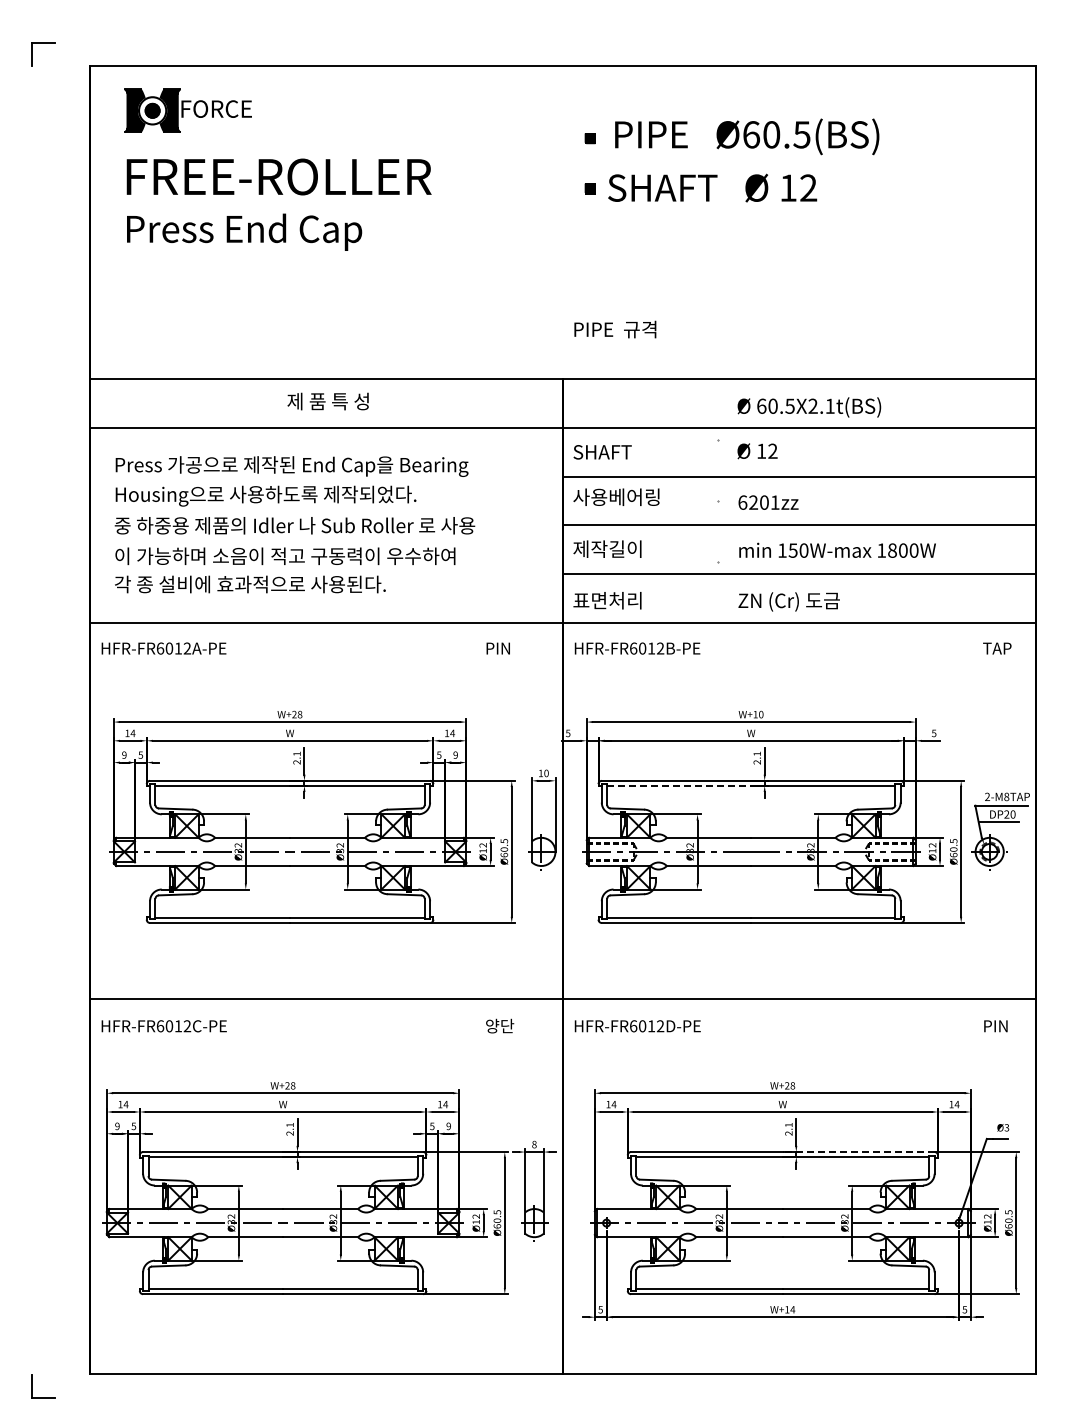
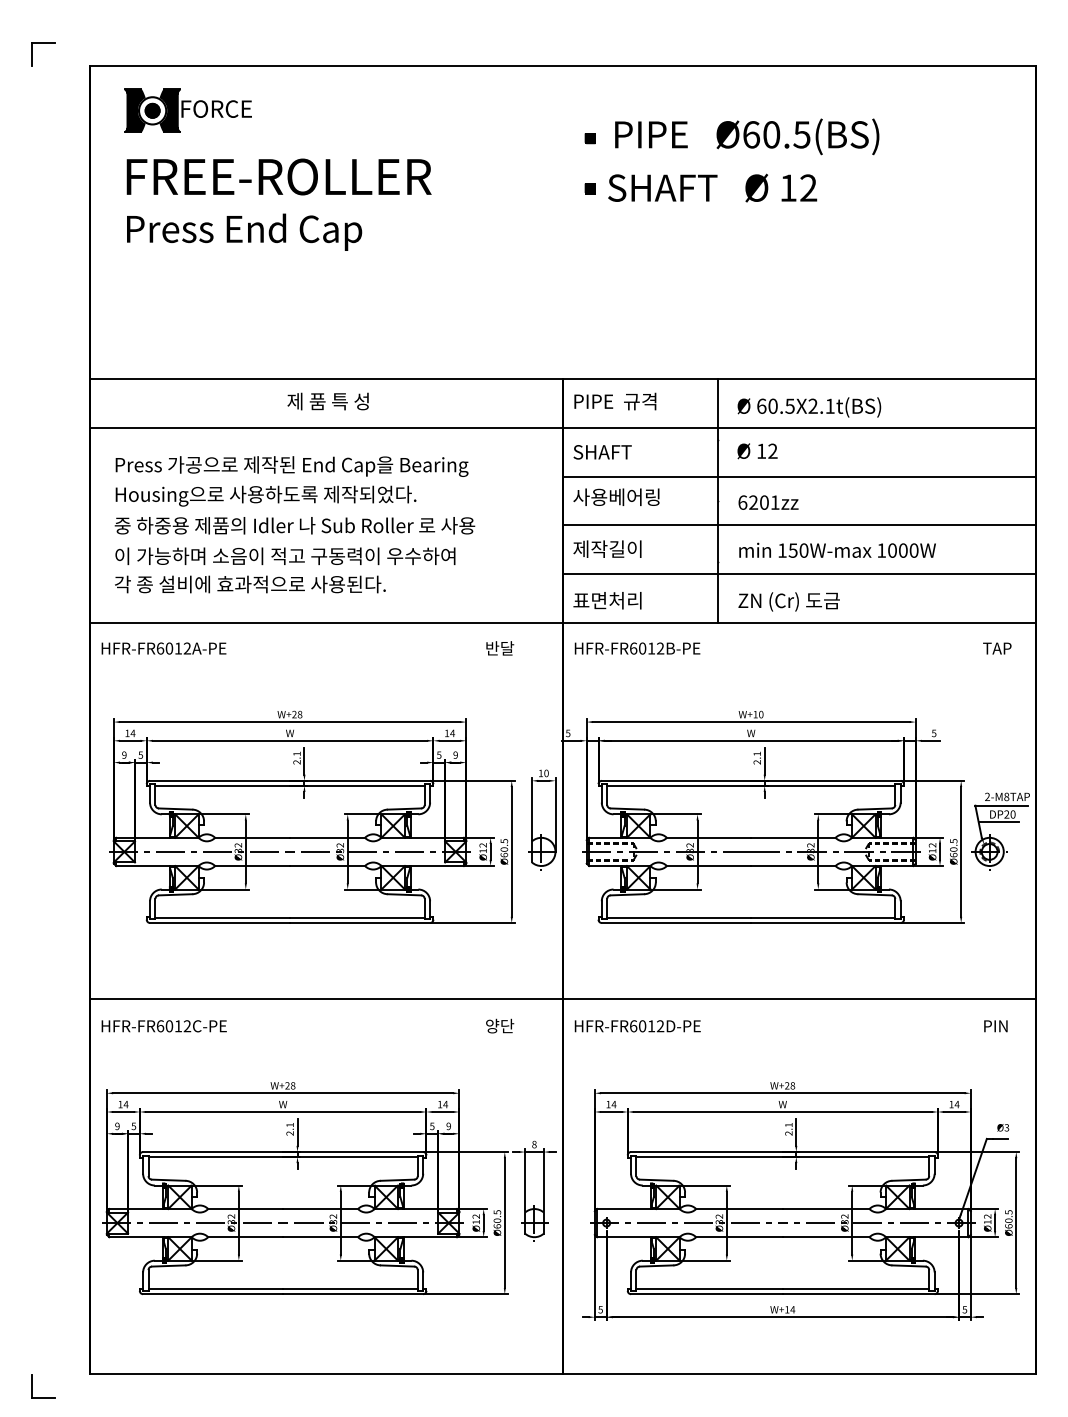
text at (615, 329) position: (615, 329) -> (615, 401)
line at (718, 500): none -> present
text at (892, 550): 1800W -> 1000W
text at (500, 648): PIN -> 반달
line at (679, 785): dashed -> solid
line at (858, 1152): dashed -> solid
